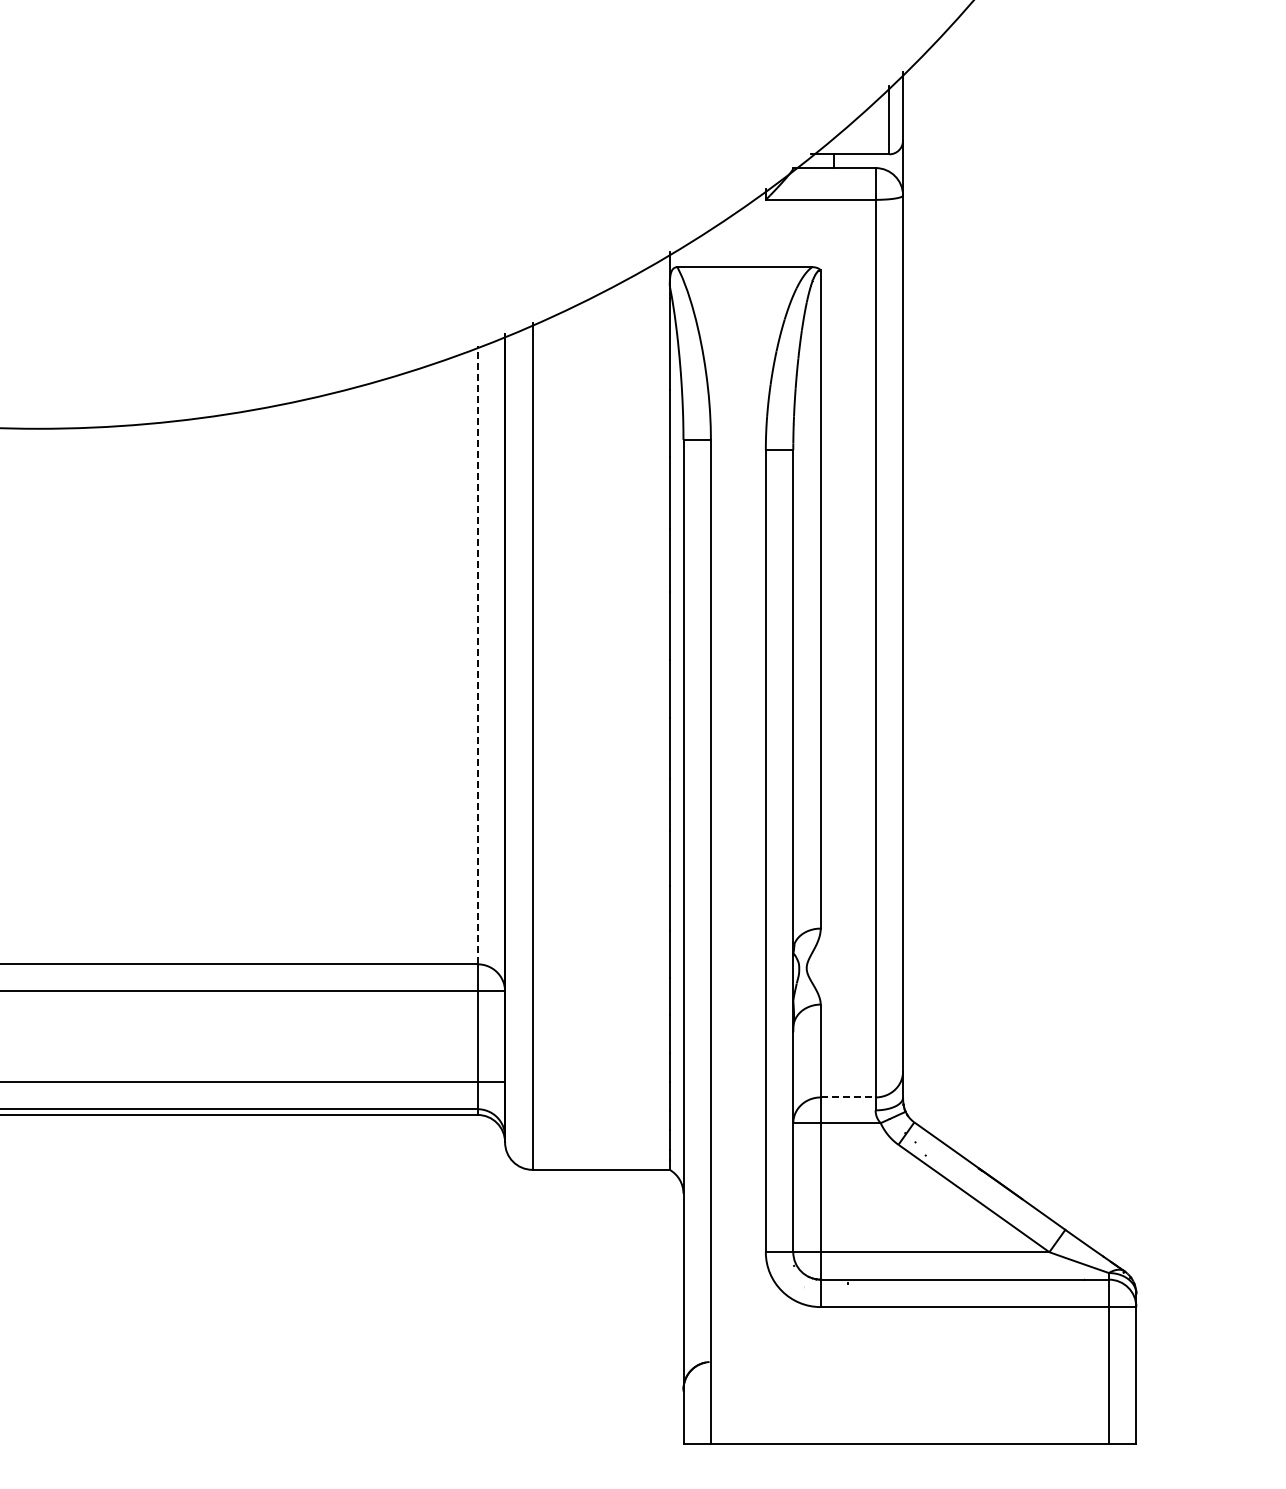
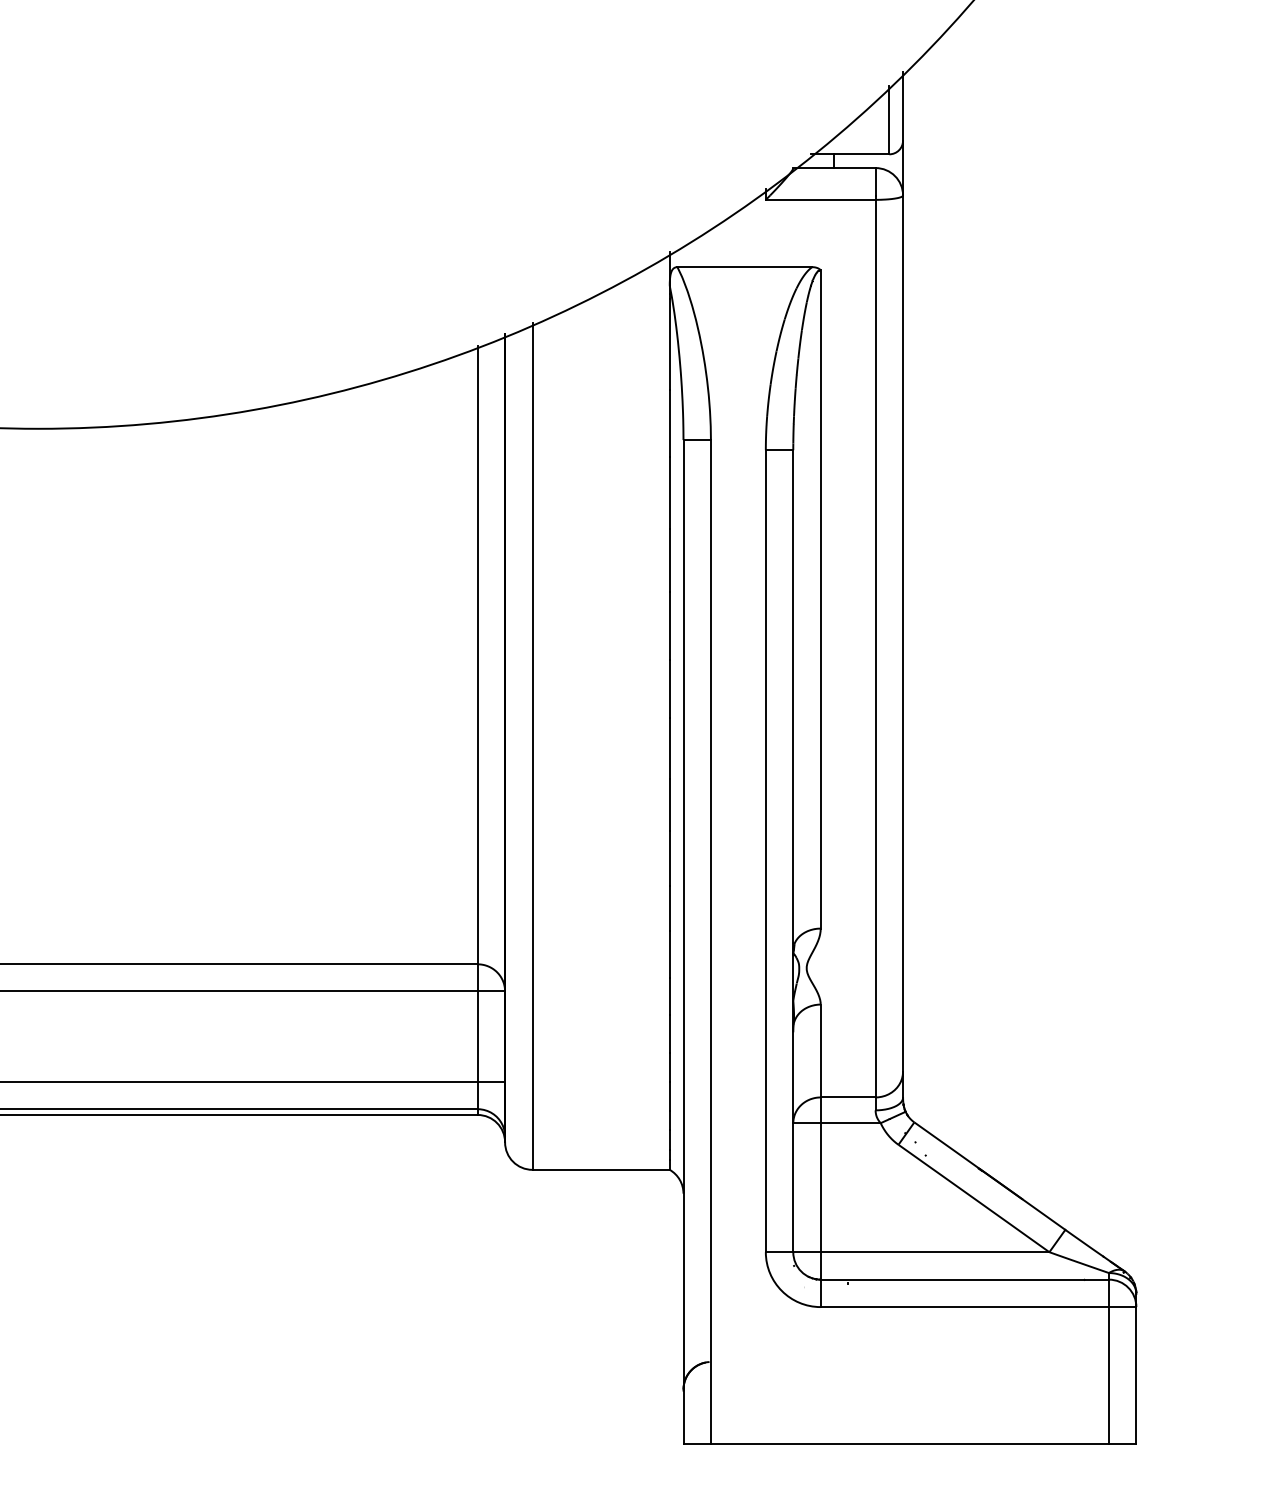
line at (477, 654): dashed -> solid
line at (848, 1097): dashed -> solid
